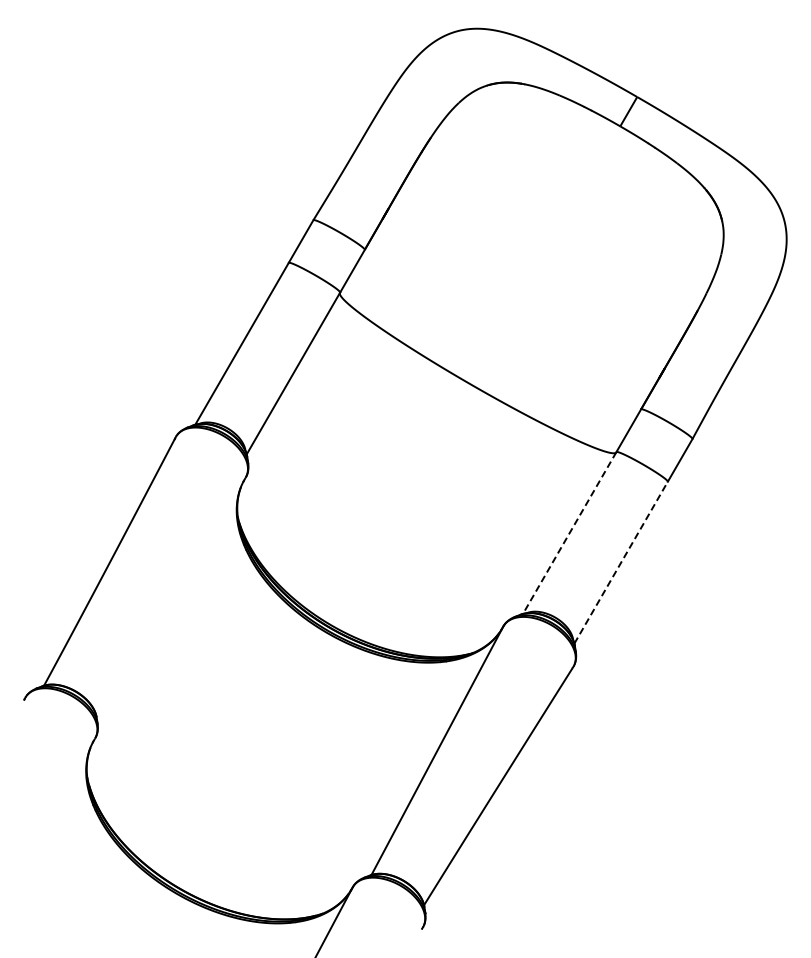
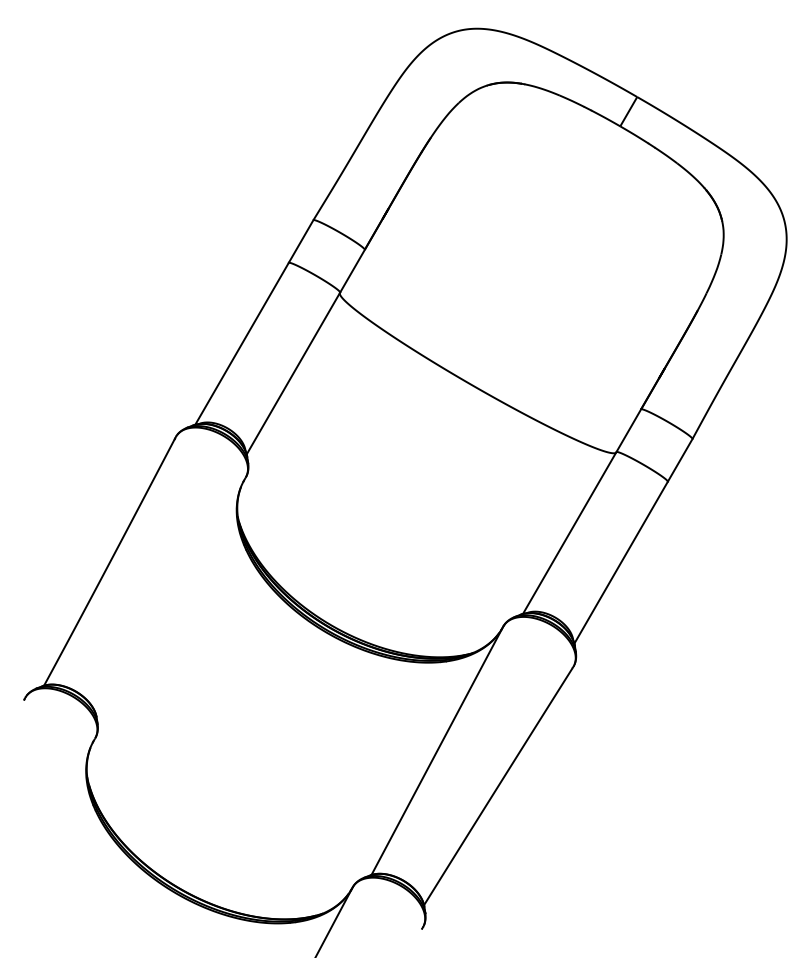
line at (569, 533): dashed -> solid
line at (621, 562): dashed -> solid
